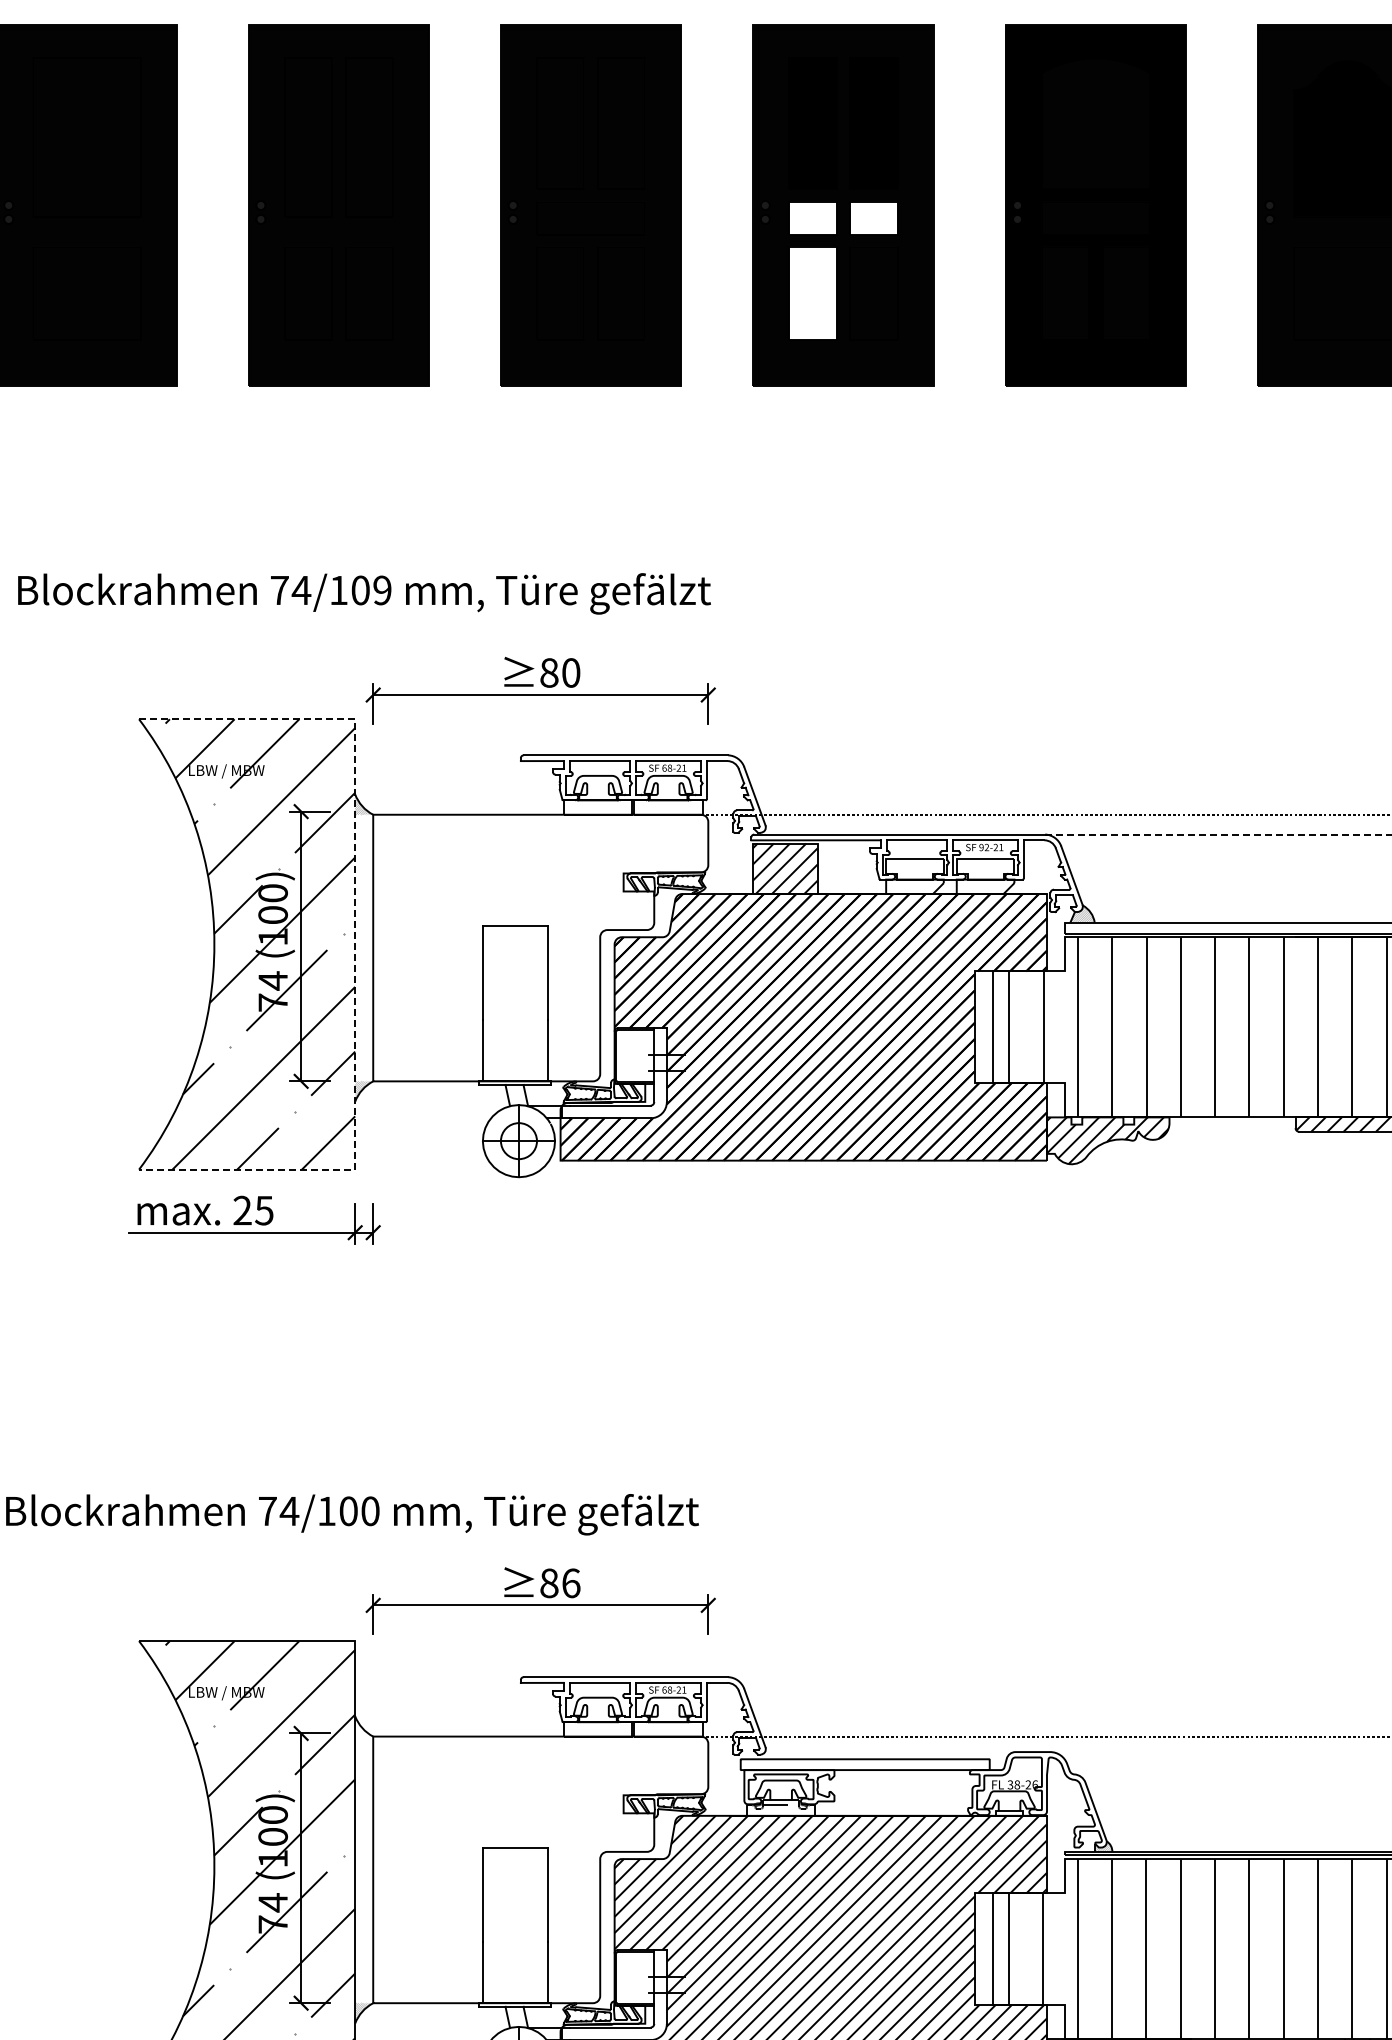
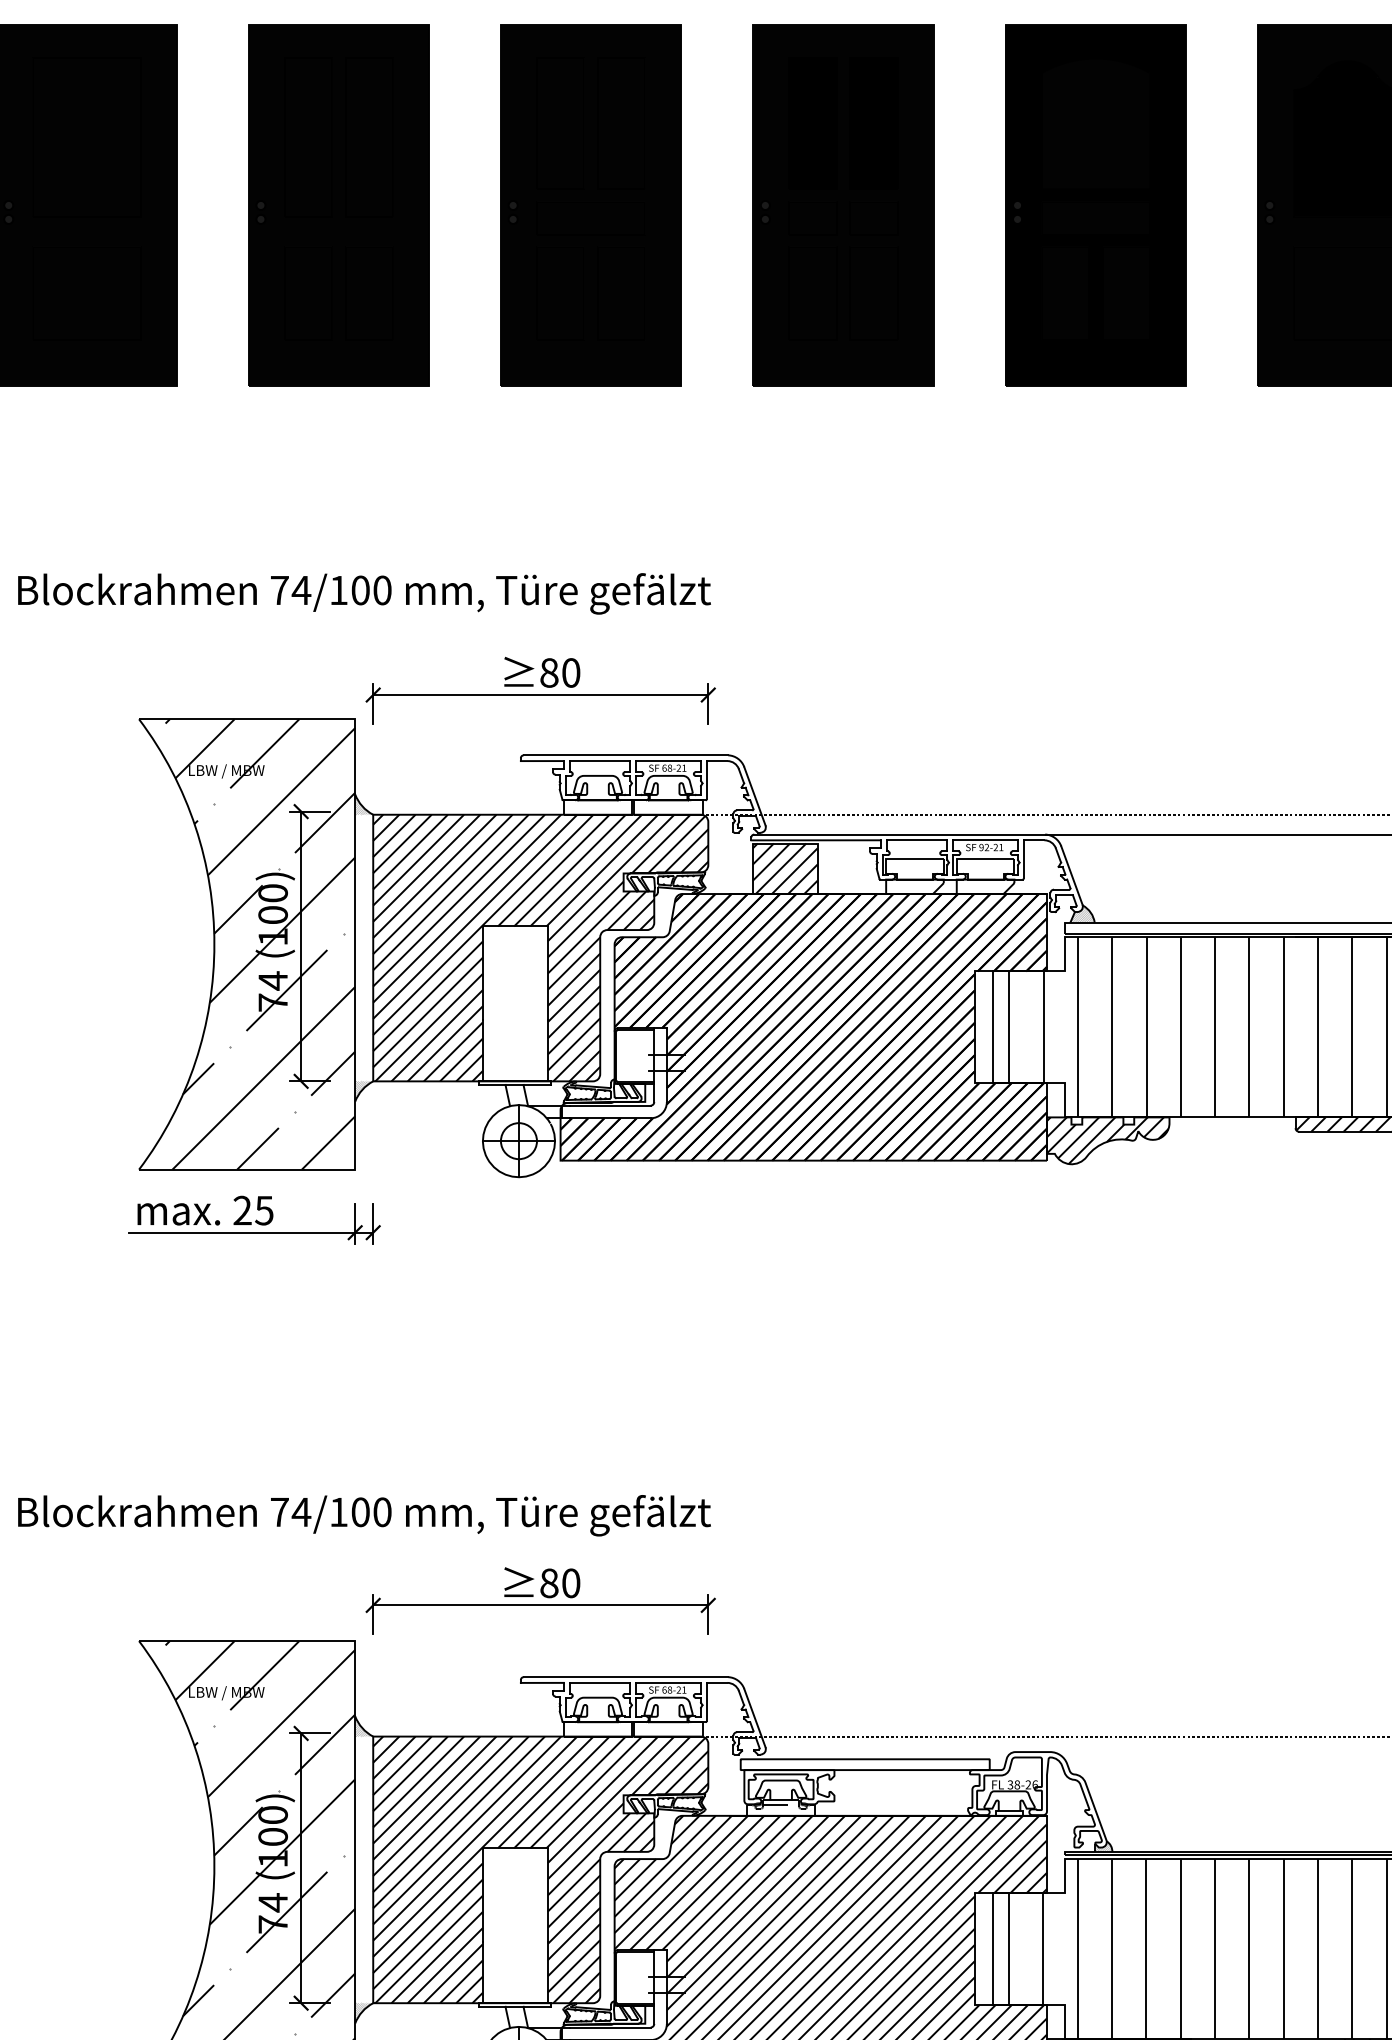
fill at (812, 217): none -> present
fill at (873, 217): none -> present
fill at (812, 293): none -> present
text at (382, 590): 74/109 -> 74/100
line at (1218, 834): dashed -> solid
line at (355, 944): dashed -> solid
hatch at (540, 947): none -> present
text at (352, 1514) position: (352, 1514) -> (364, 1515)
text at (571, 1583): 86 -> 80
hatch at (363, 1727): none -> present
hatch at (540, 1869): none -> present
